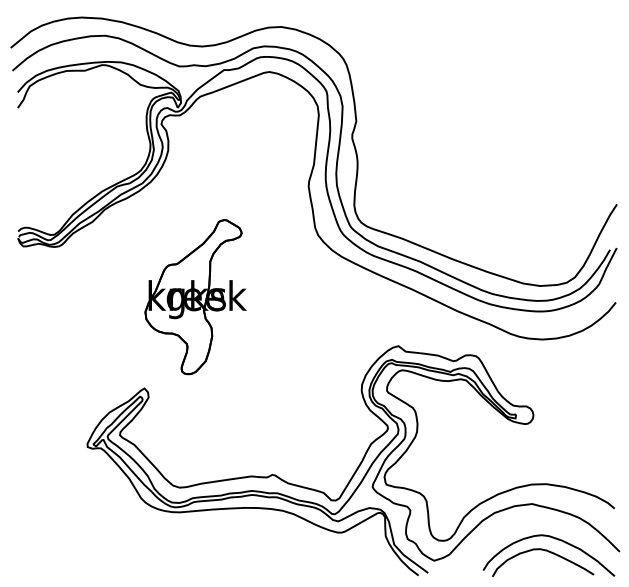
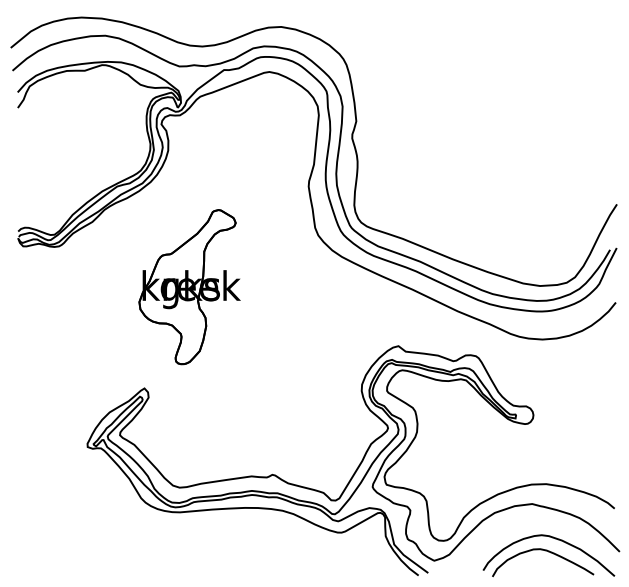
part at (195, 297) position: (195, 297) -> (189, 287)
